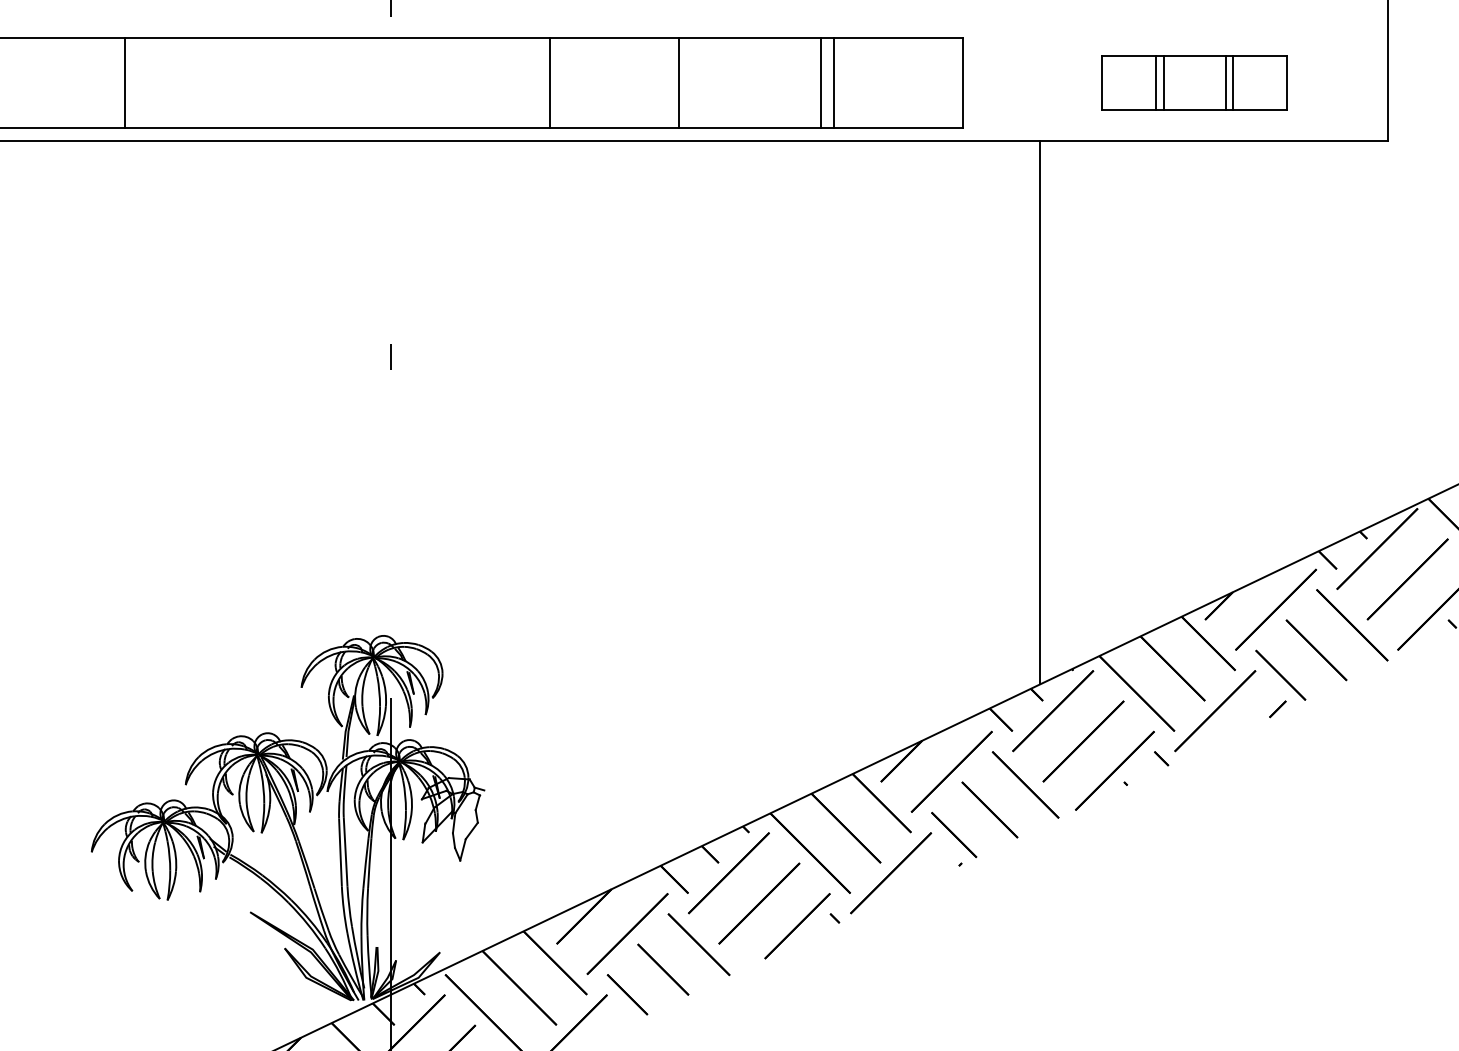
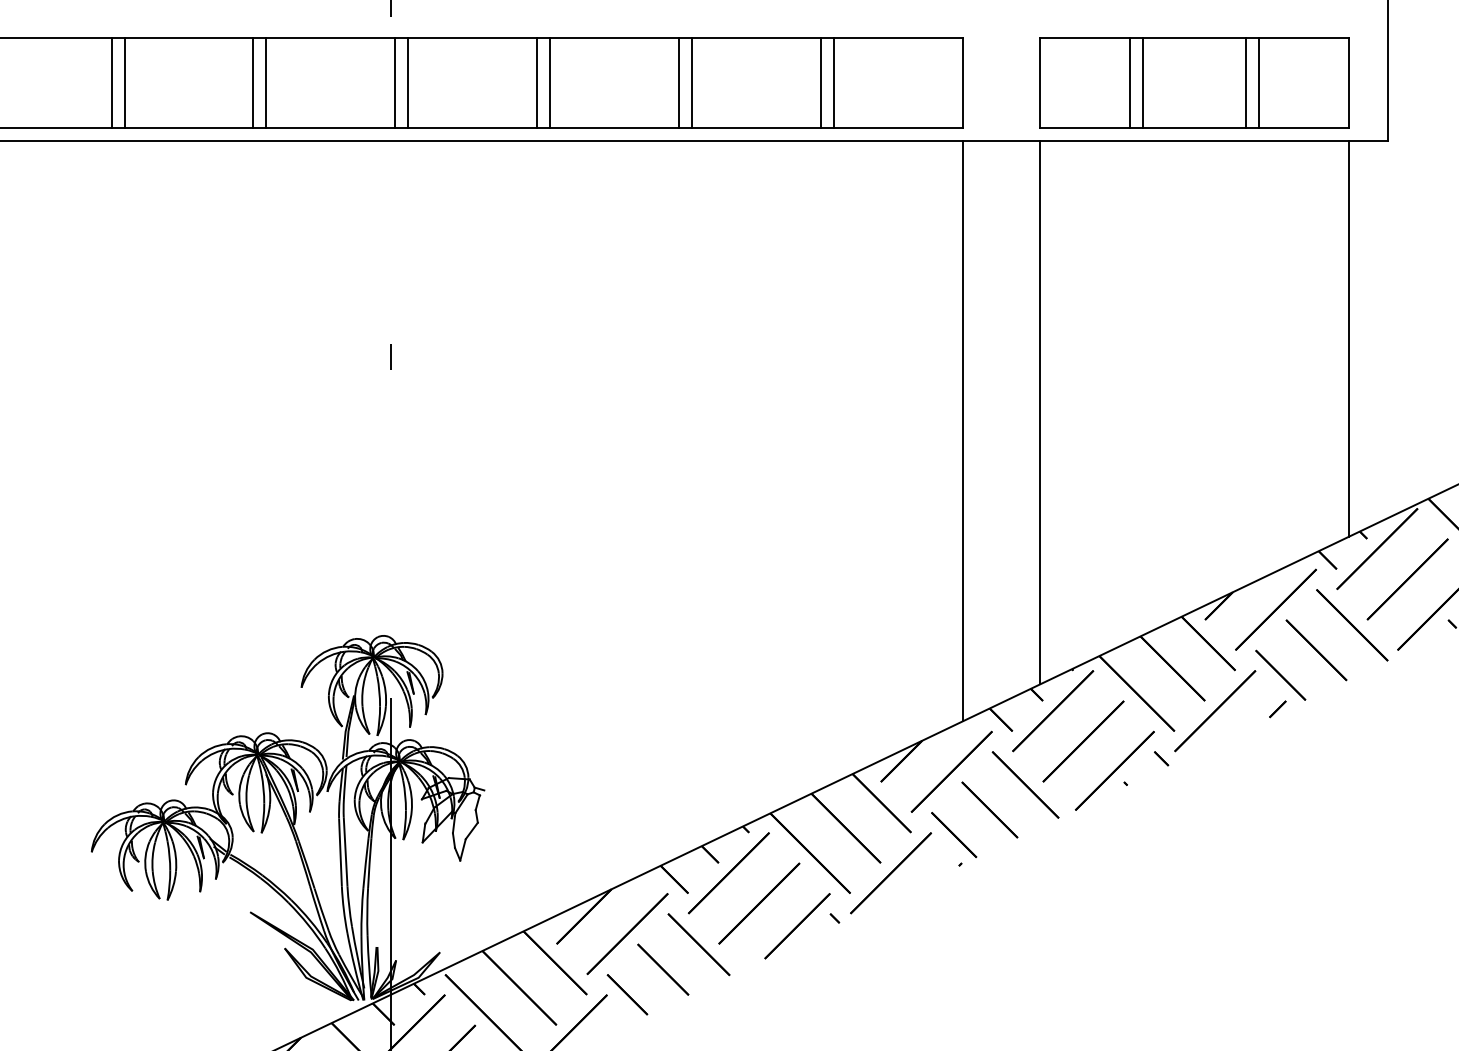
line at (111, 82): none -> present
line at (253, 82): none -> present
line at (266, 82): none -> present
line at (395, 82): none -> present
line at (408, 82): none -> present
line at (537, 82): none -> present
line at (691, 82): none -> present
part at (1194, 82) size: 187x56 px -> 311x92 px
line at (1349, 338): none -> present
line at (962, 430): none -> present
